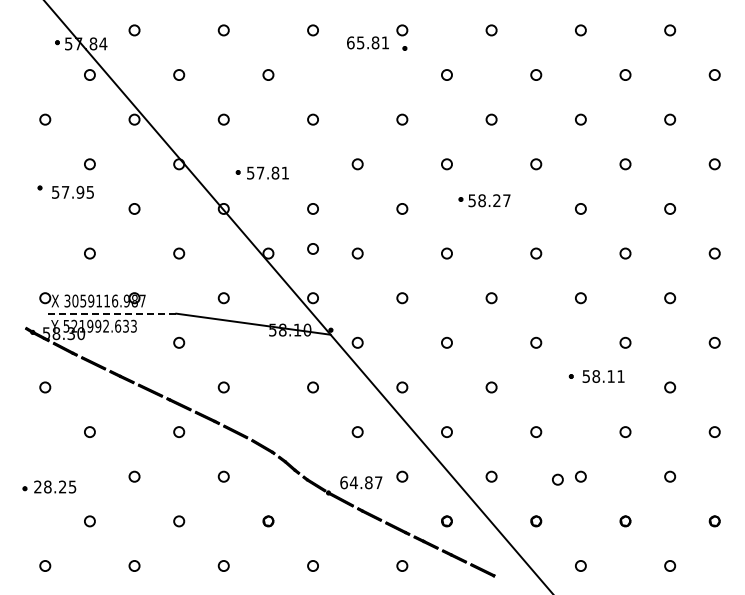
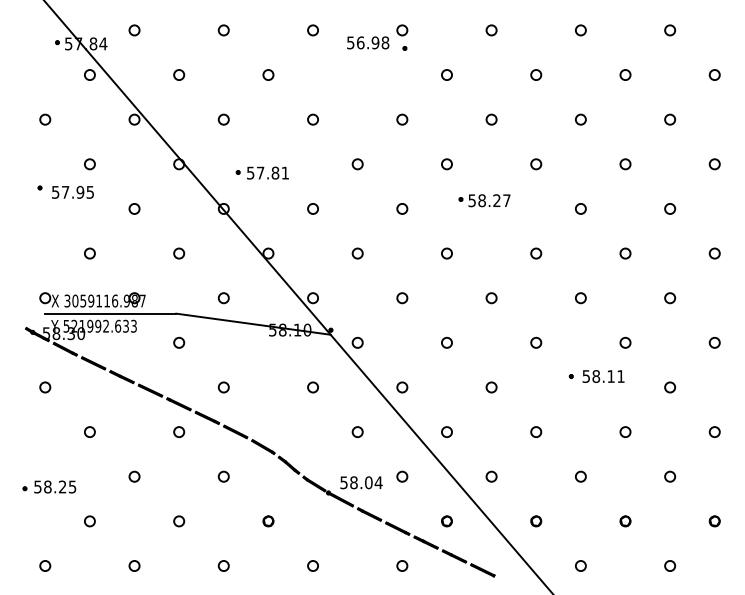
text at (368, 42): 65.81 -> 56.98
circle at (312, 248): present -> none
line at (110, 313): dashed -> solid
circle at (557, 479): present -> none
text at (361, 482): 64.87 -> 58.04
text at (37, 486): 28.25 -> 58.25
